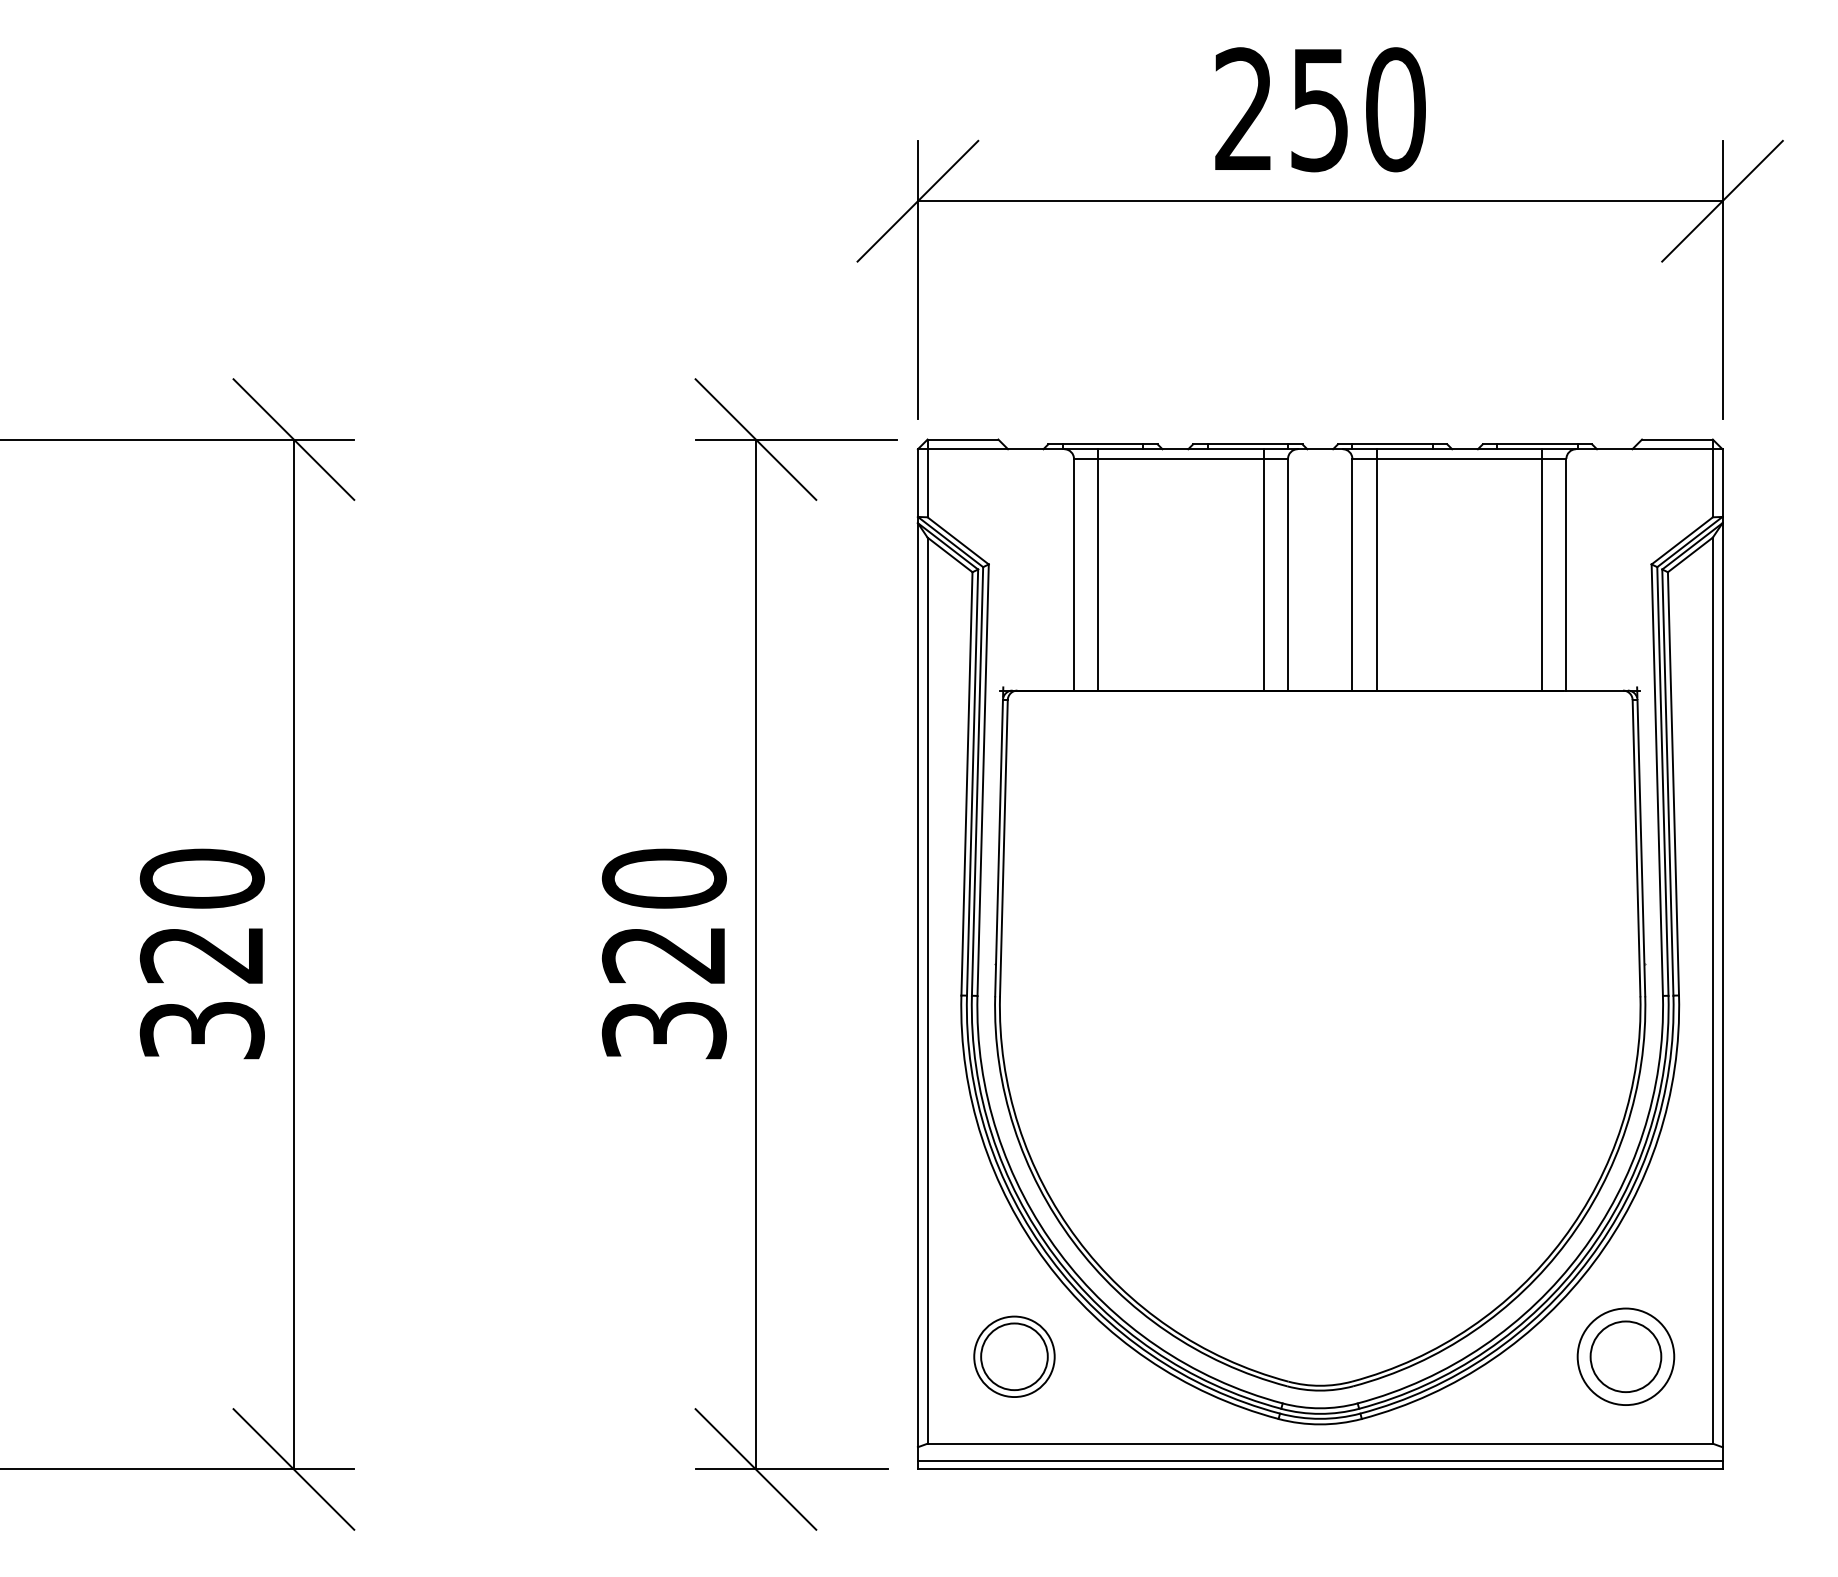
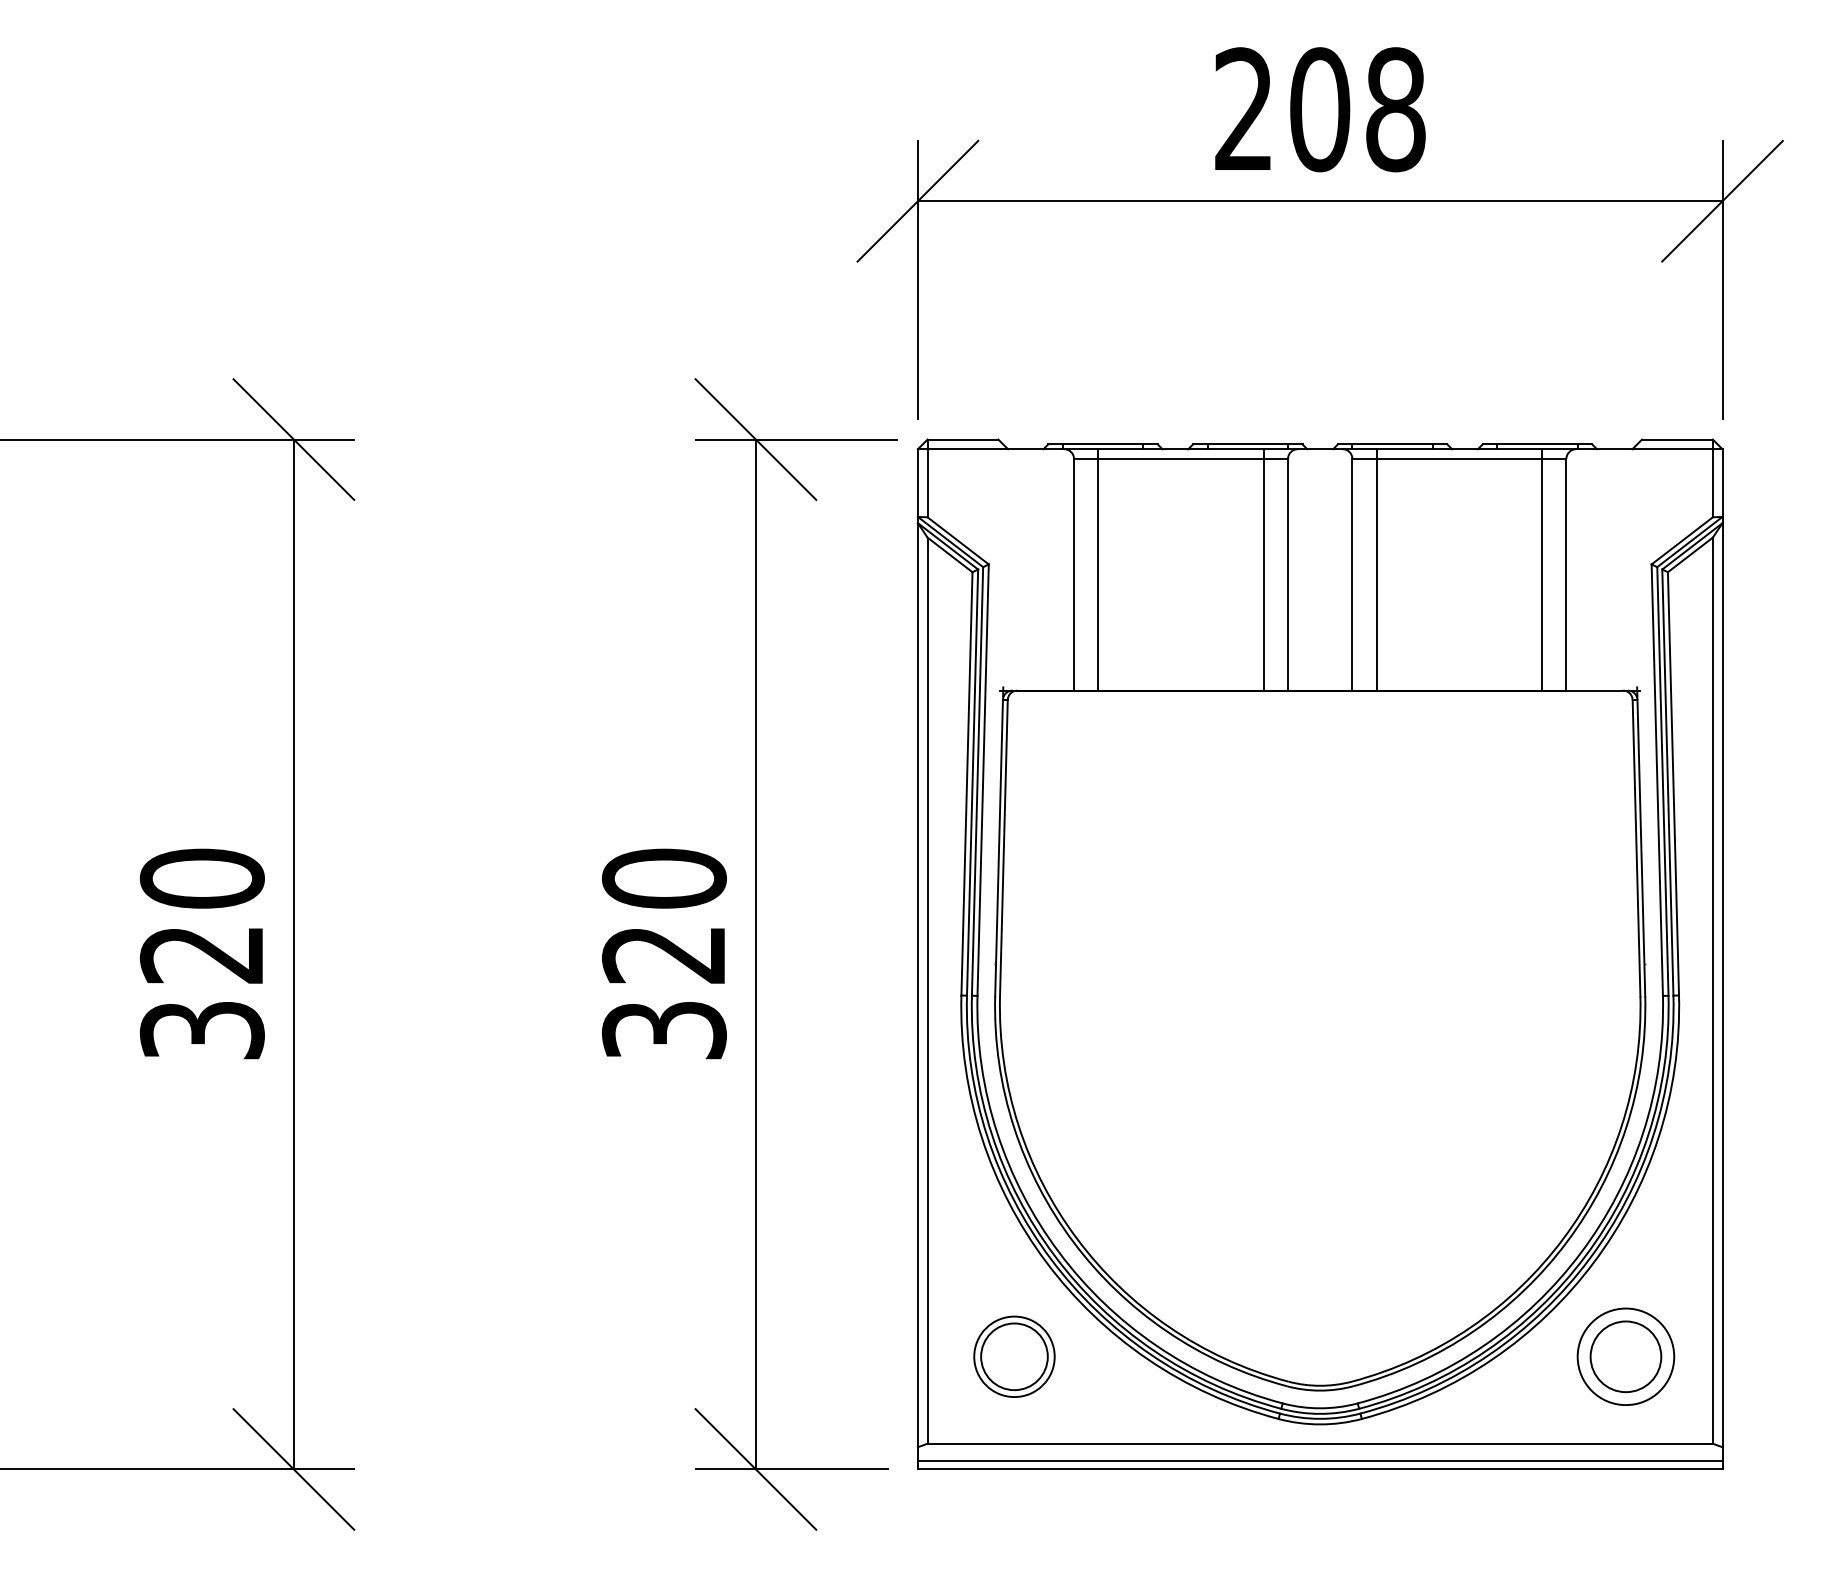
text at (1357, 109): 250 -> 208
